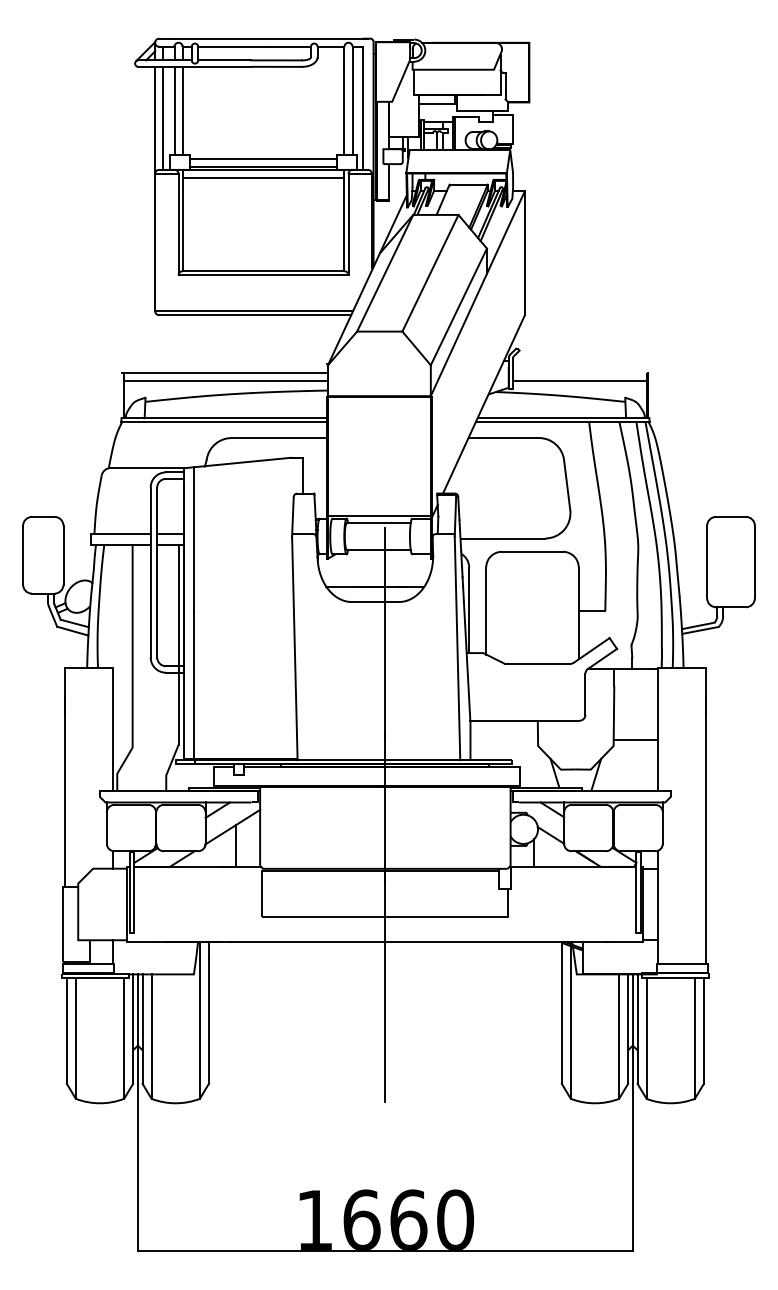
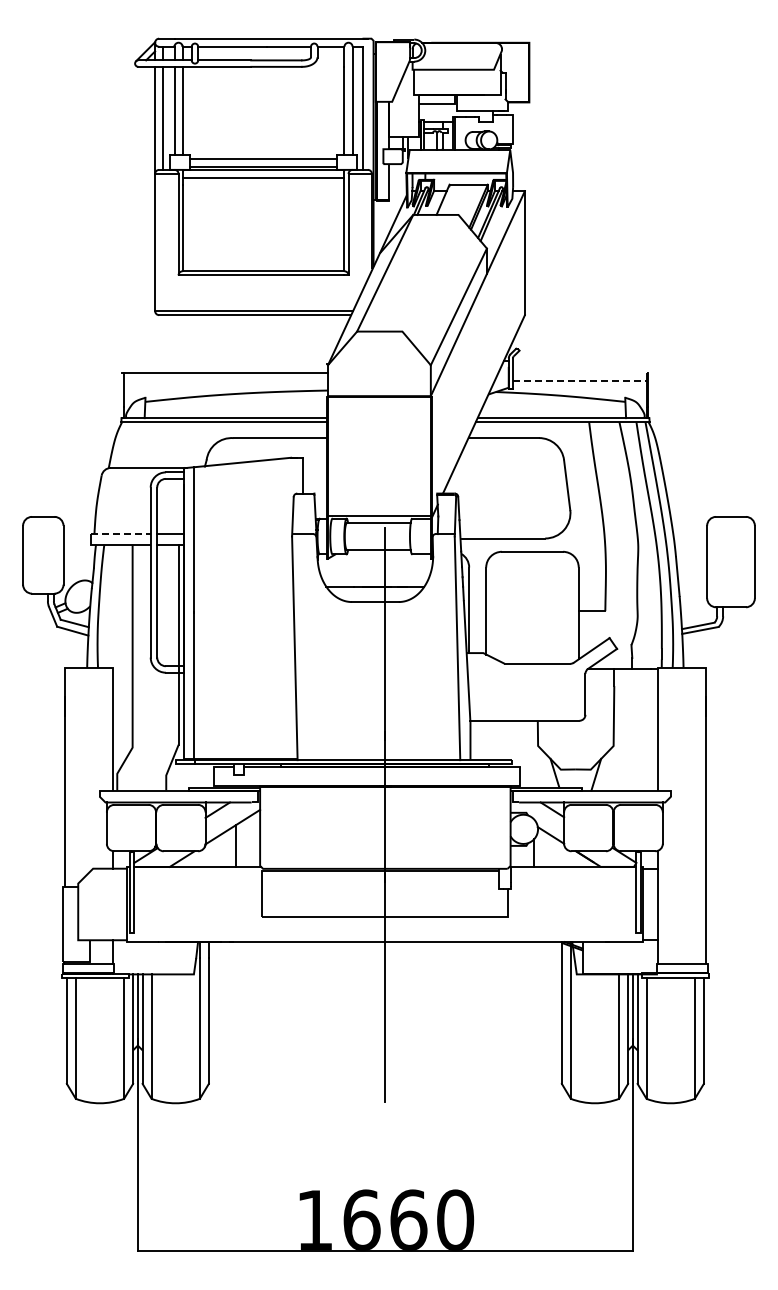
line at (430, 272): present -> none
line at (225, 381): present -> none
line at (579, 381): solid -> dashed
line at (120, 533): solid -> dashed
line at (635, 739): present -> none
